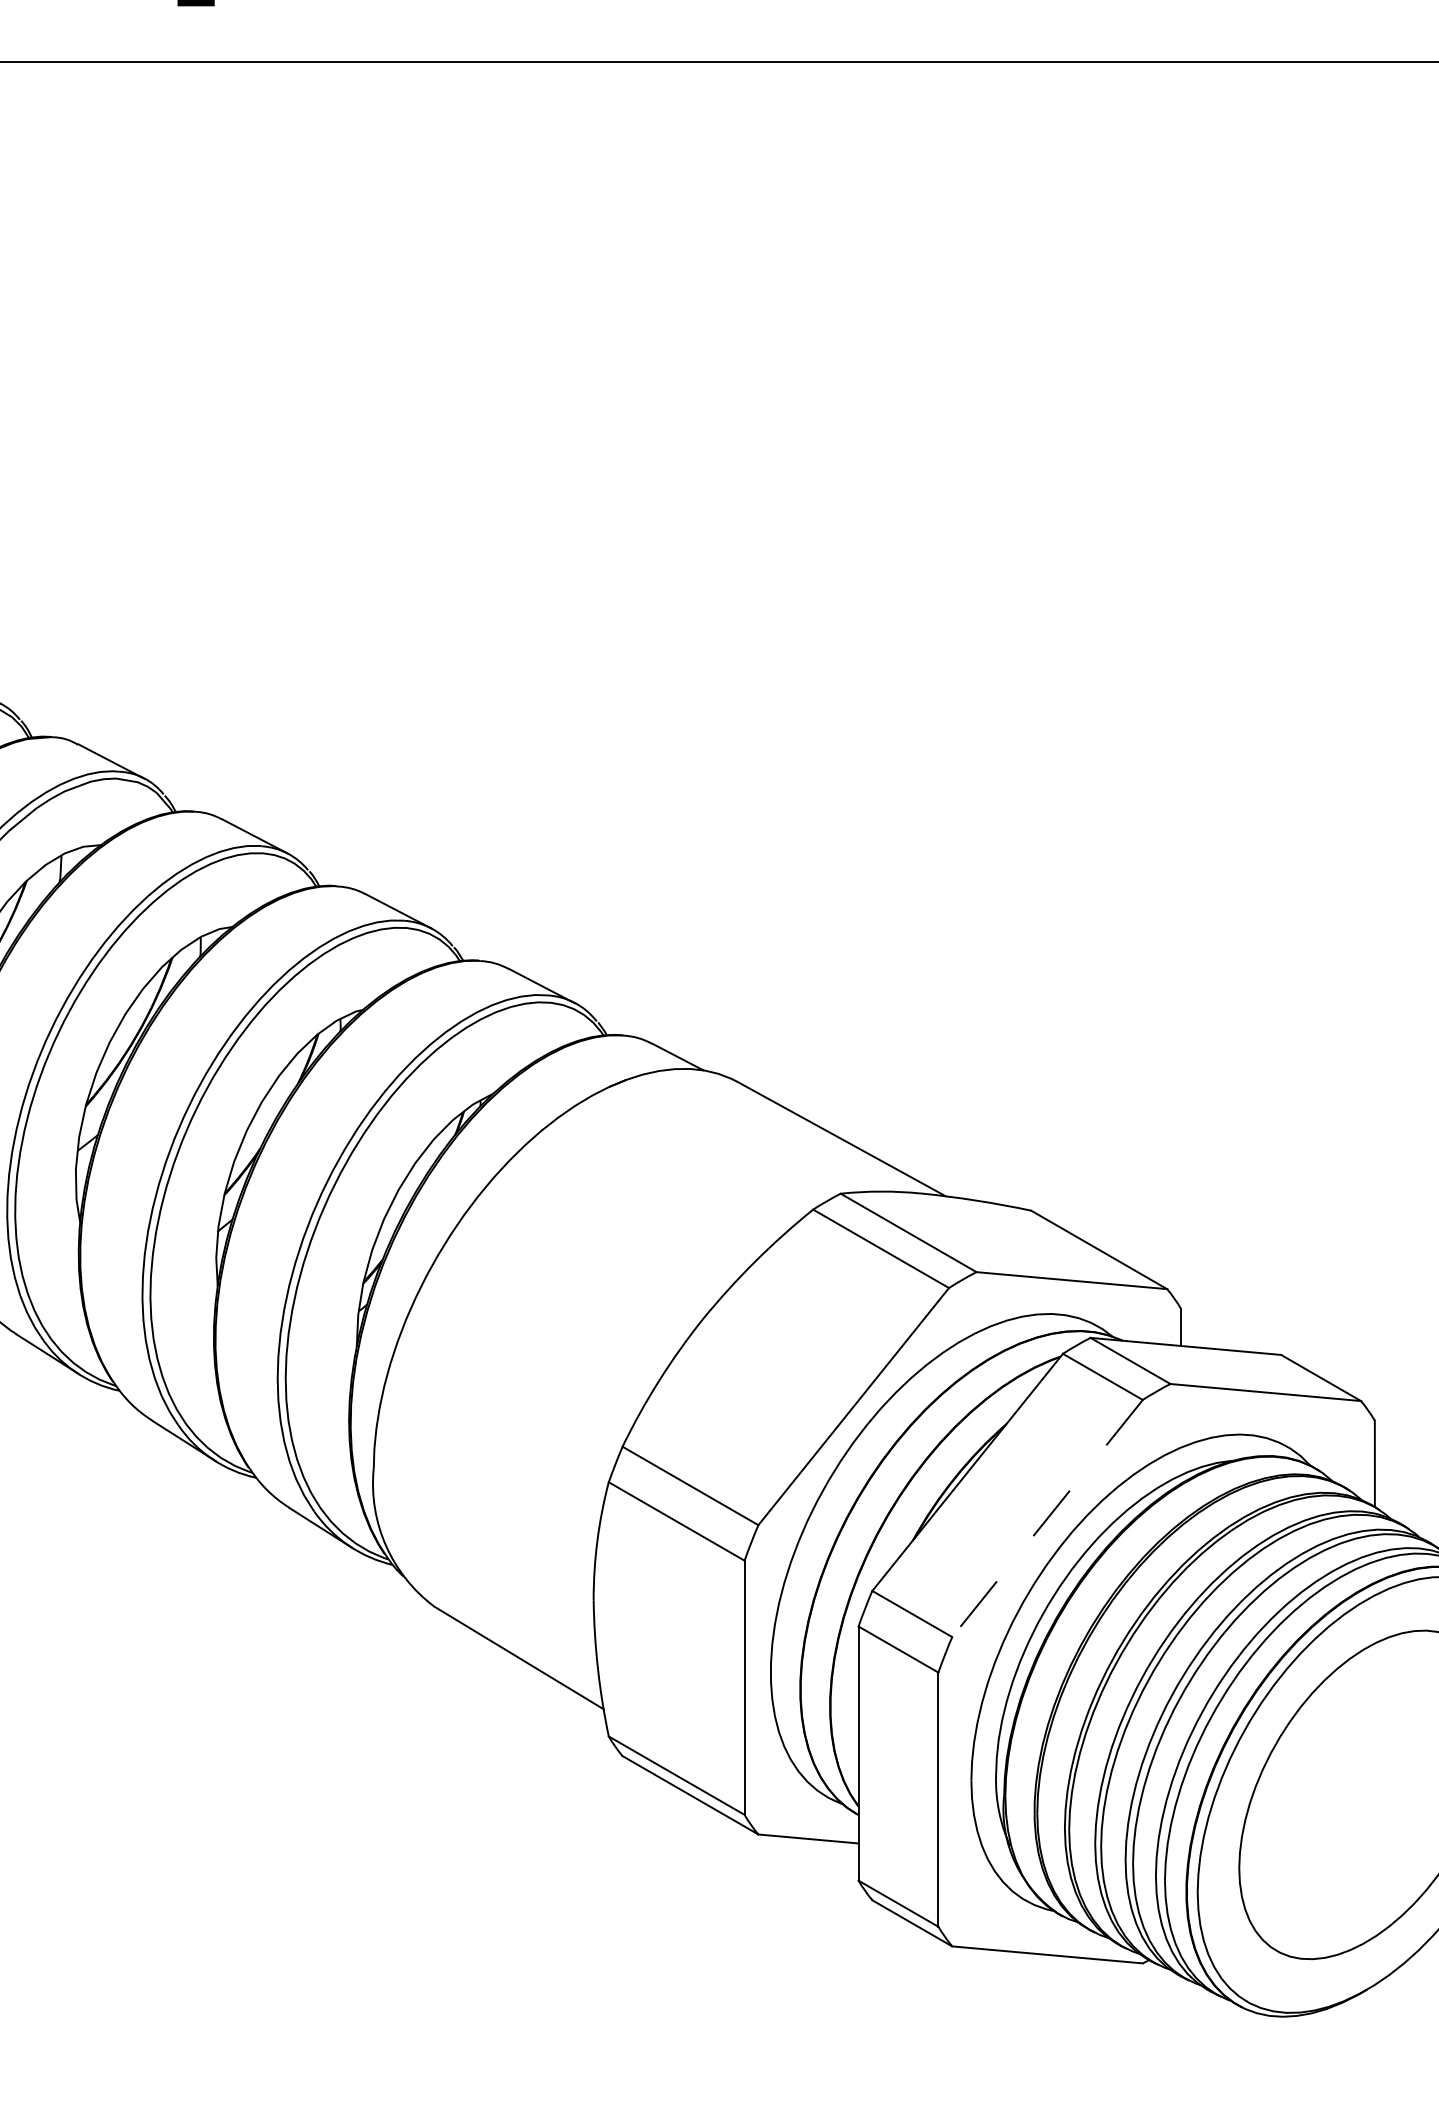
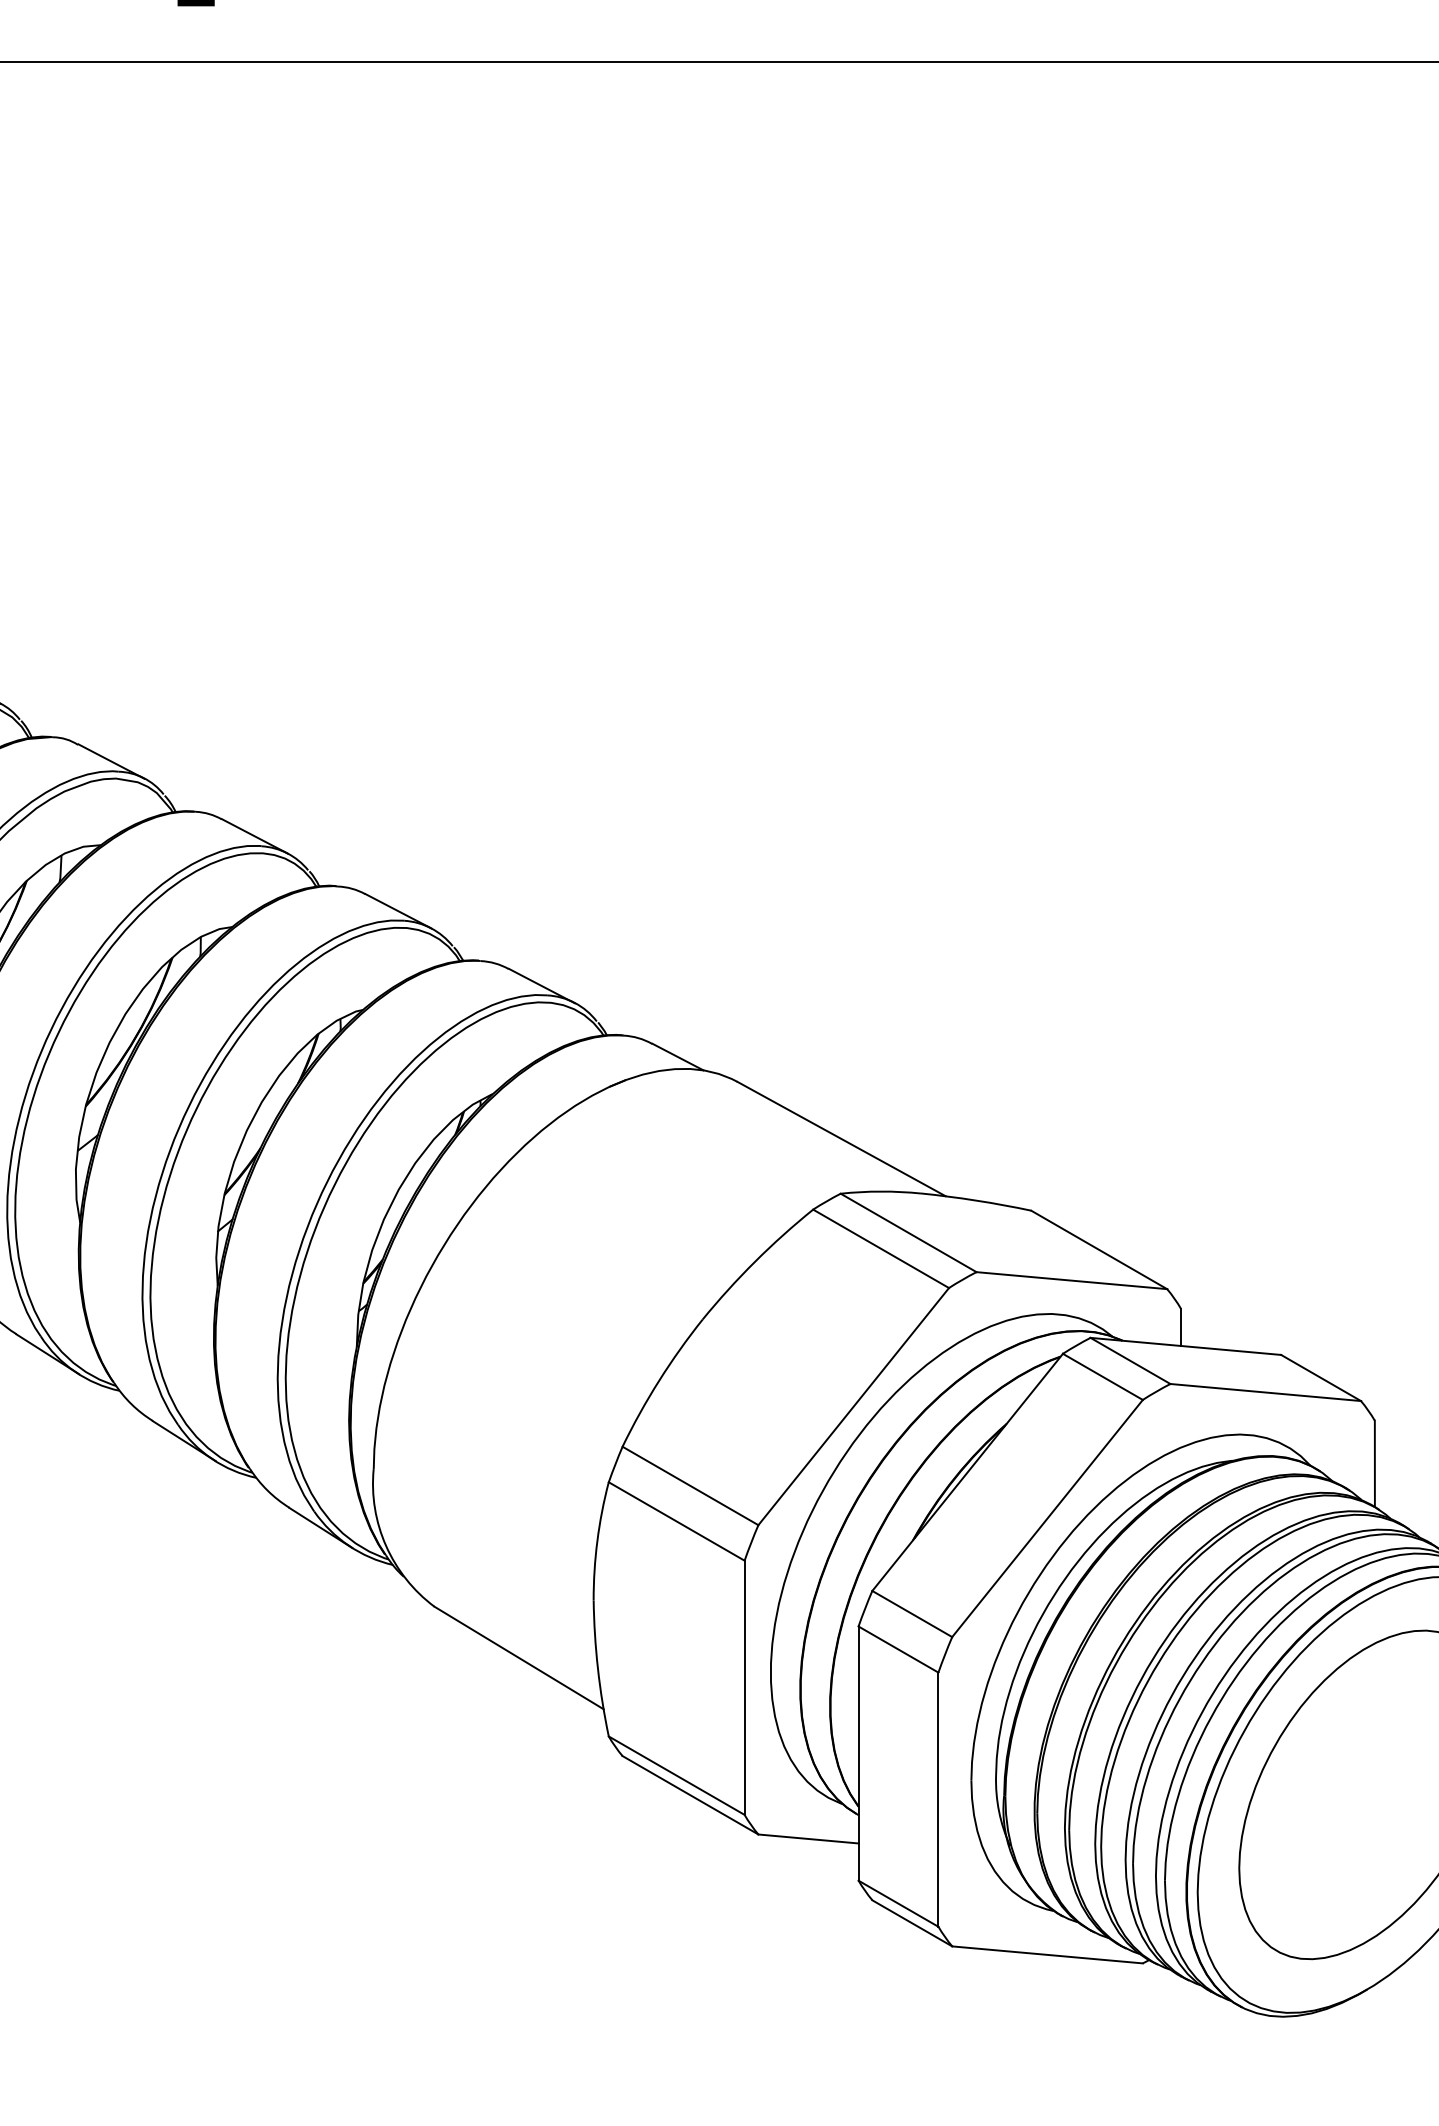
line at (1047, 1518): dashed -> solid
